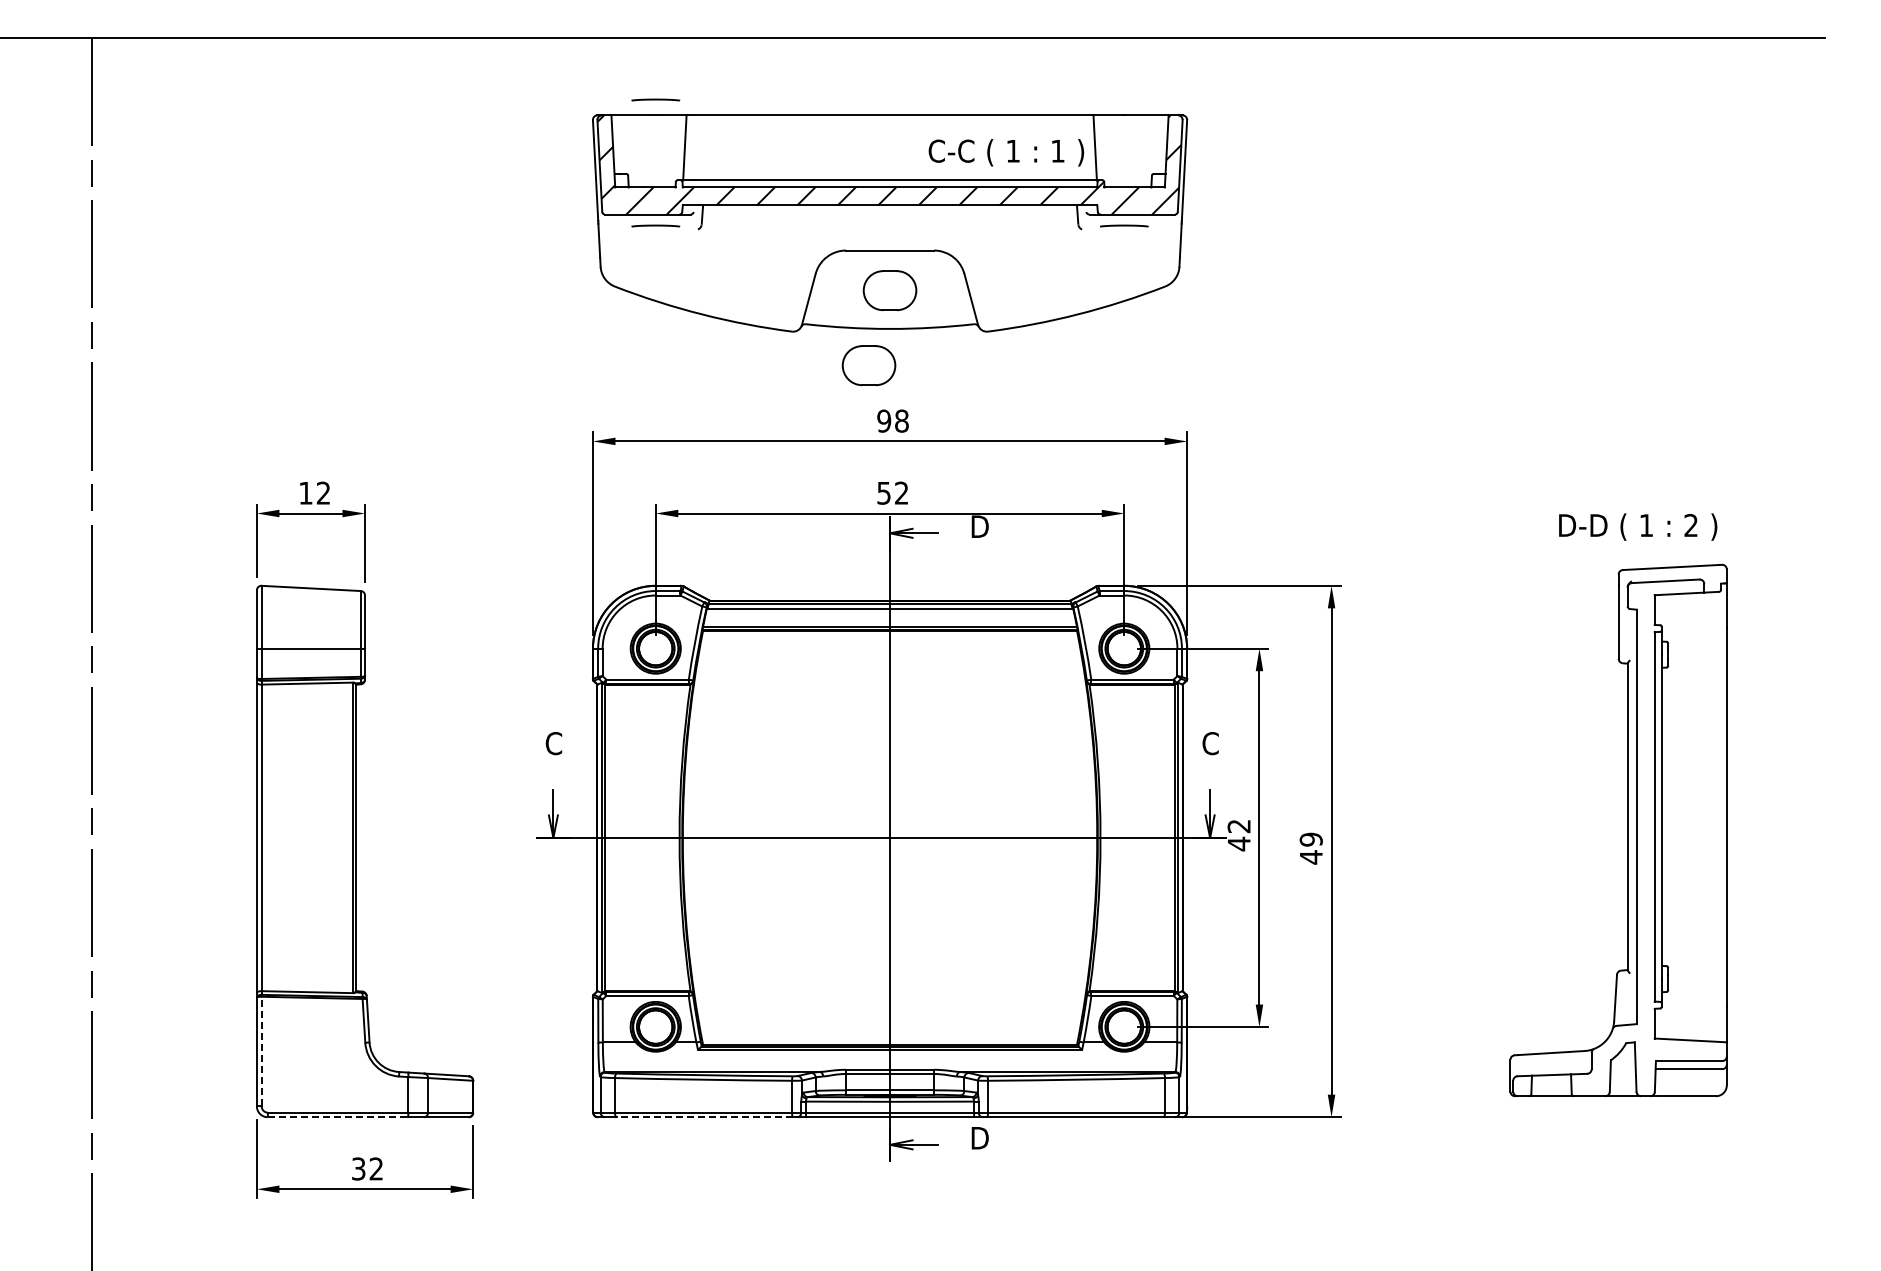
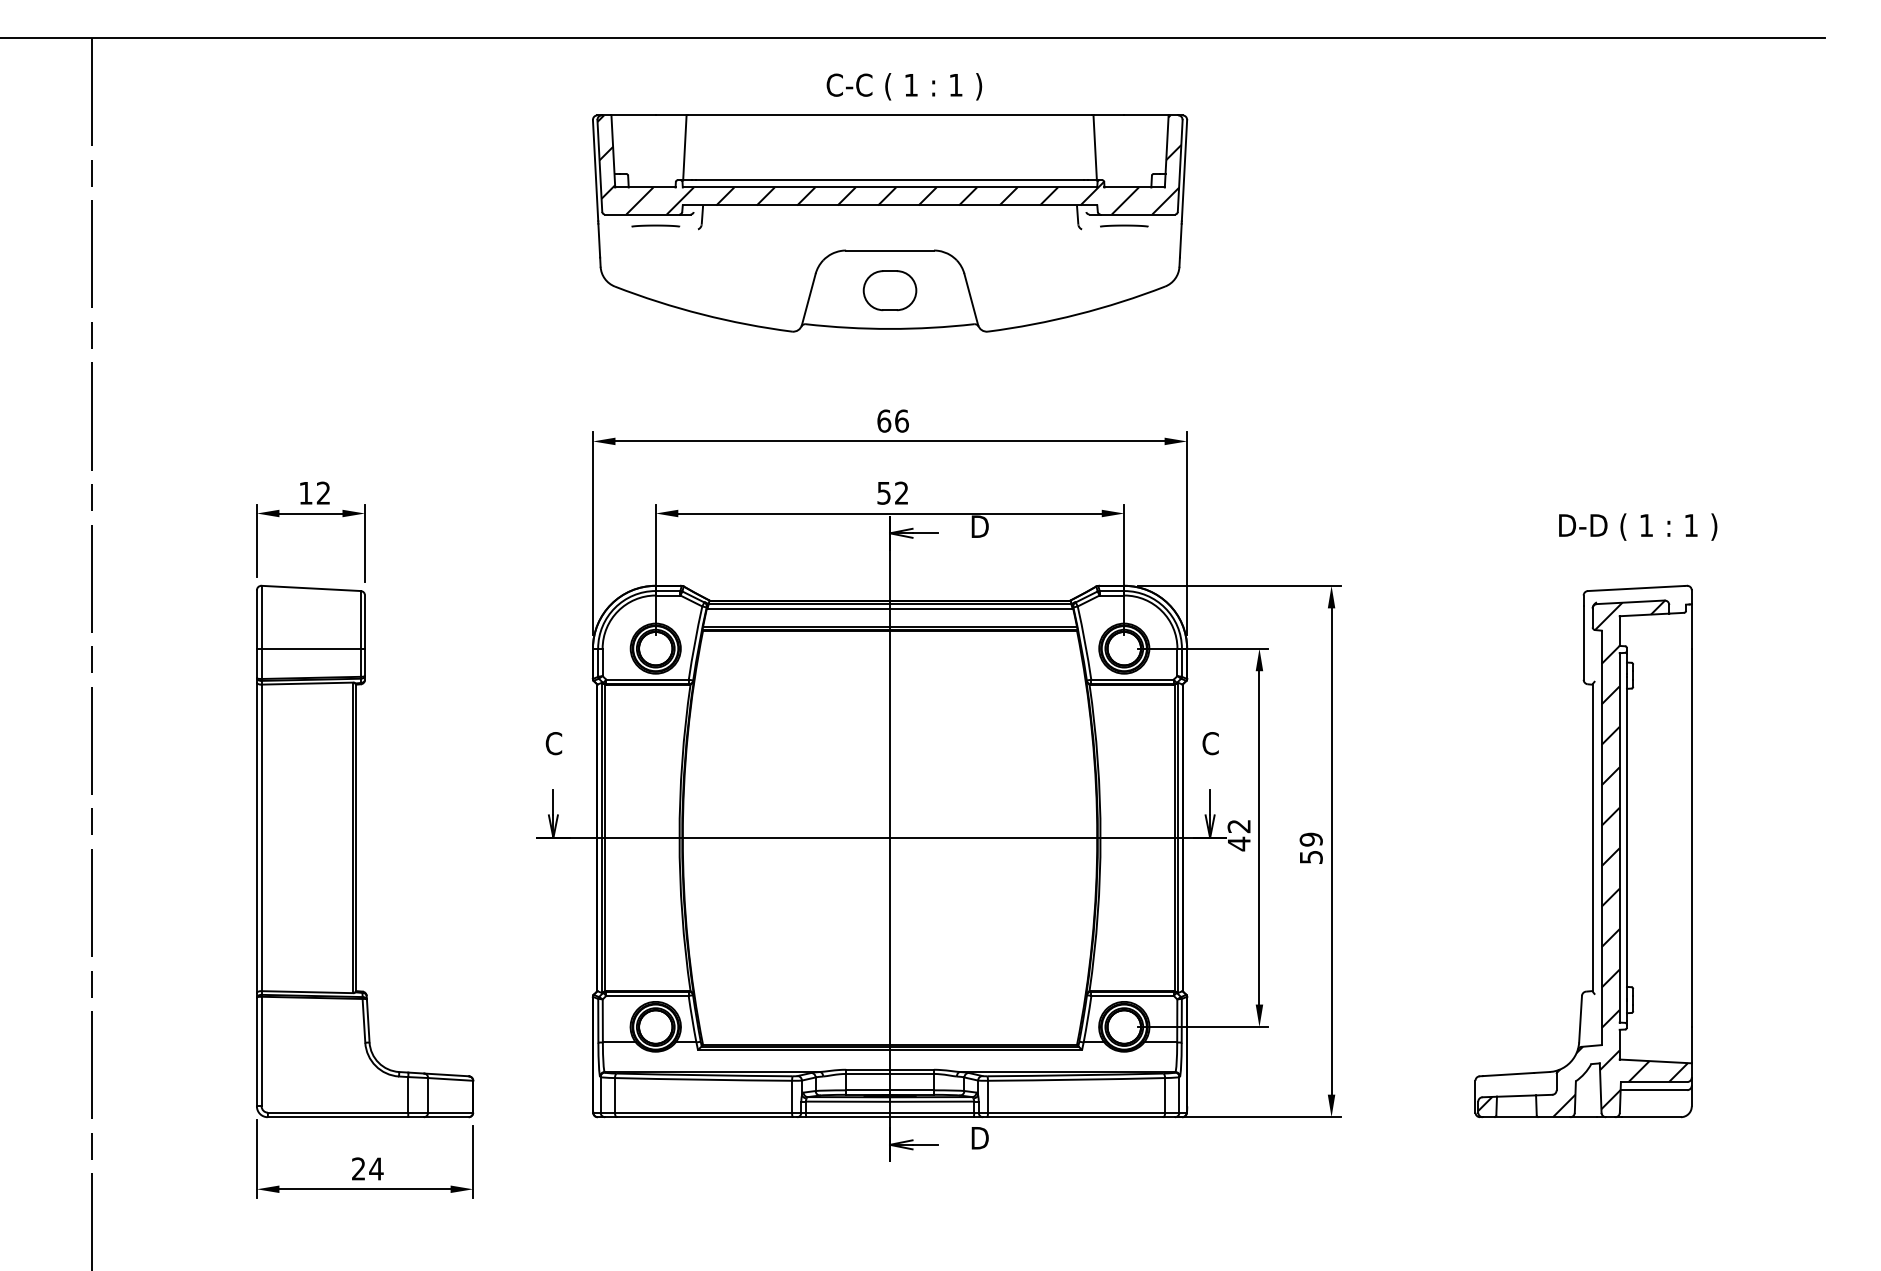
line at (655, 99): present -> none
text at (1006, 152) position: (1006, 152) -> (904, 86)
part at (868, 365): present -> none
text at (892, 420): 98 -> 66
text at (1690, 524): 2 -> 1
part at (1627, 830) position: (1627, 830) -> (1592, 851)
text at (1311, 857): 49 -> 59
line at (261, 1051): dashed -> solid
line at (338, 1117): dashed -> solid
line at (704, 1117): dashed -> solid
text at (367, 1168): 32 -> 24
